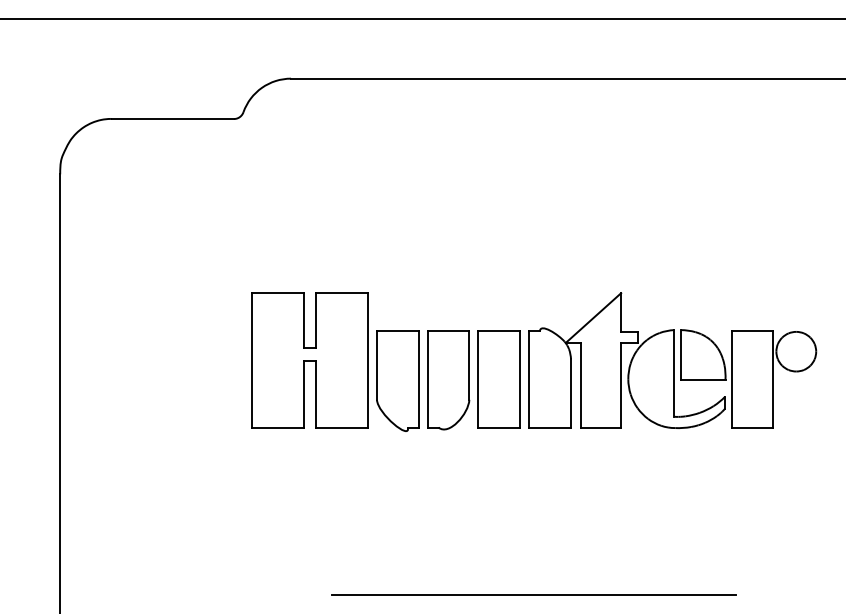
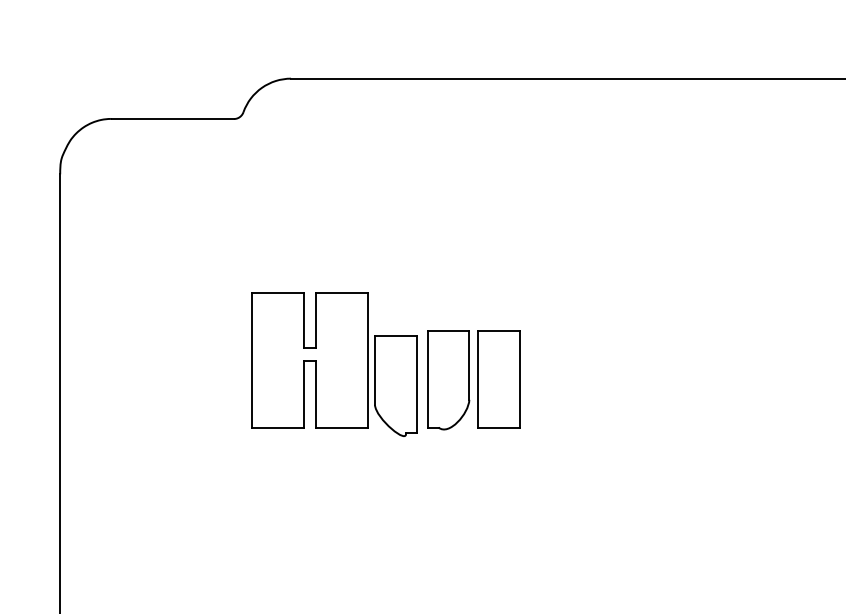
line at (422, 18): present -> none
part at (672, 360): present -> none
part at (397, 380) position: (397, 380) -> (395, 385)
line at (533, 595): present -> none
